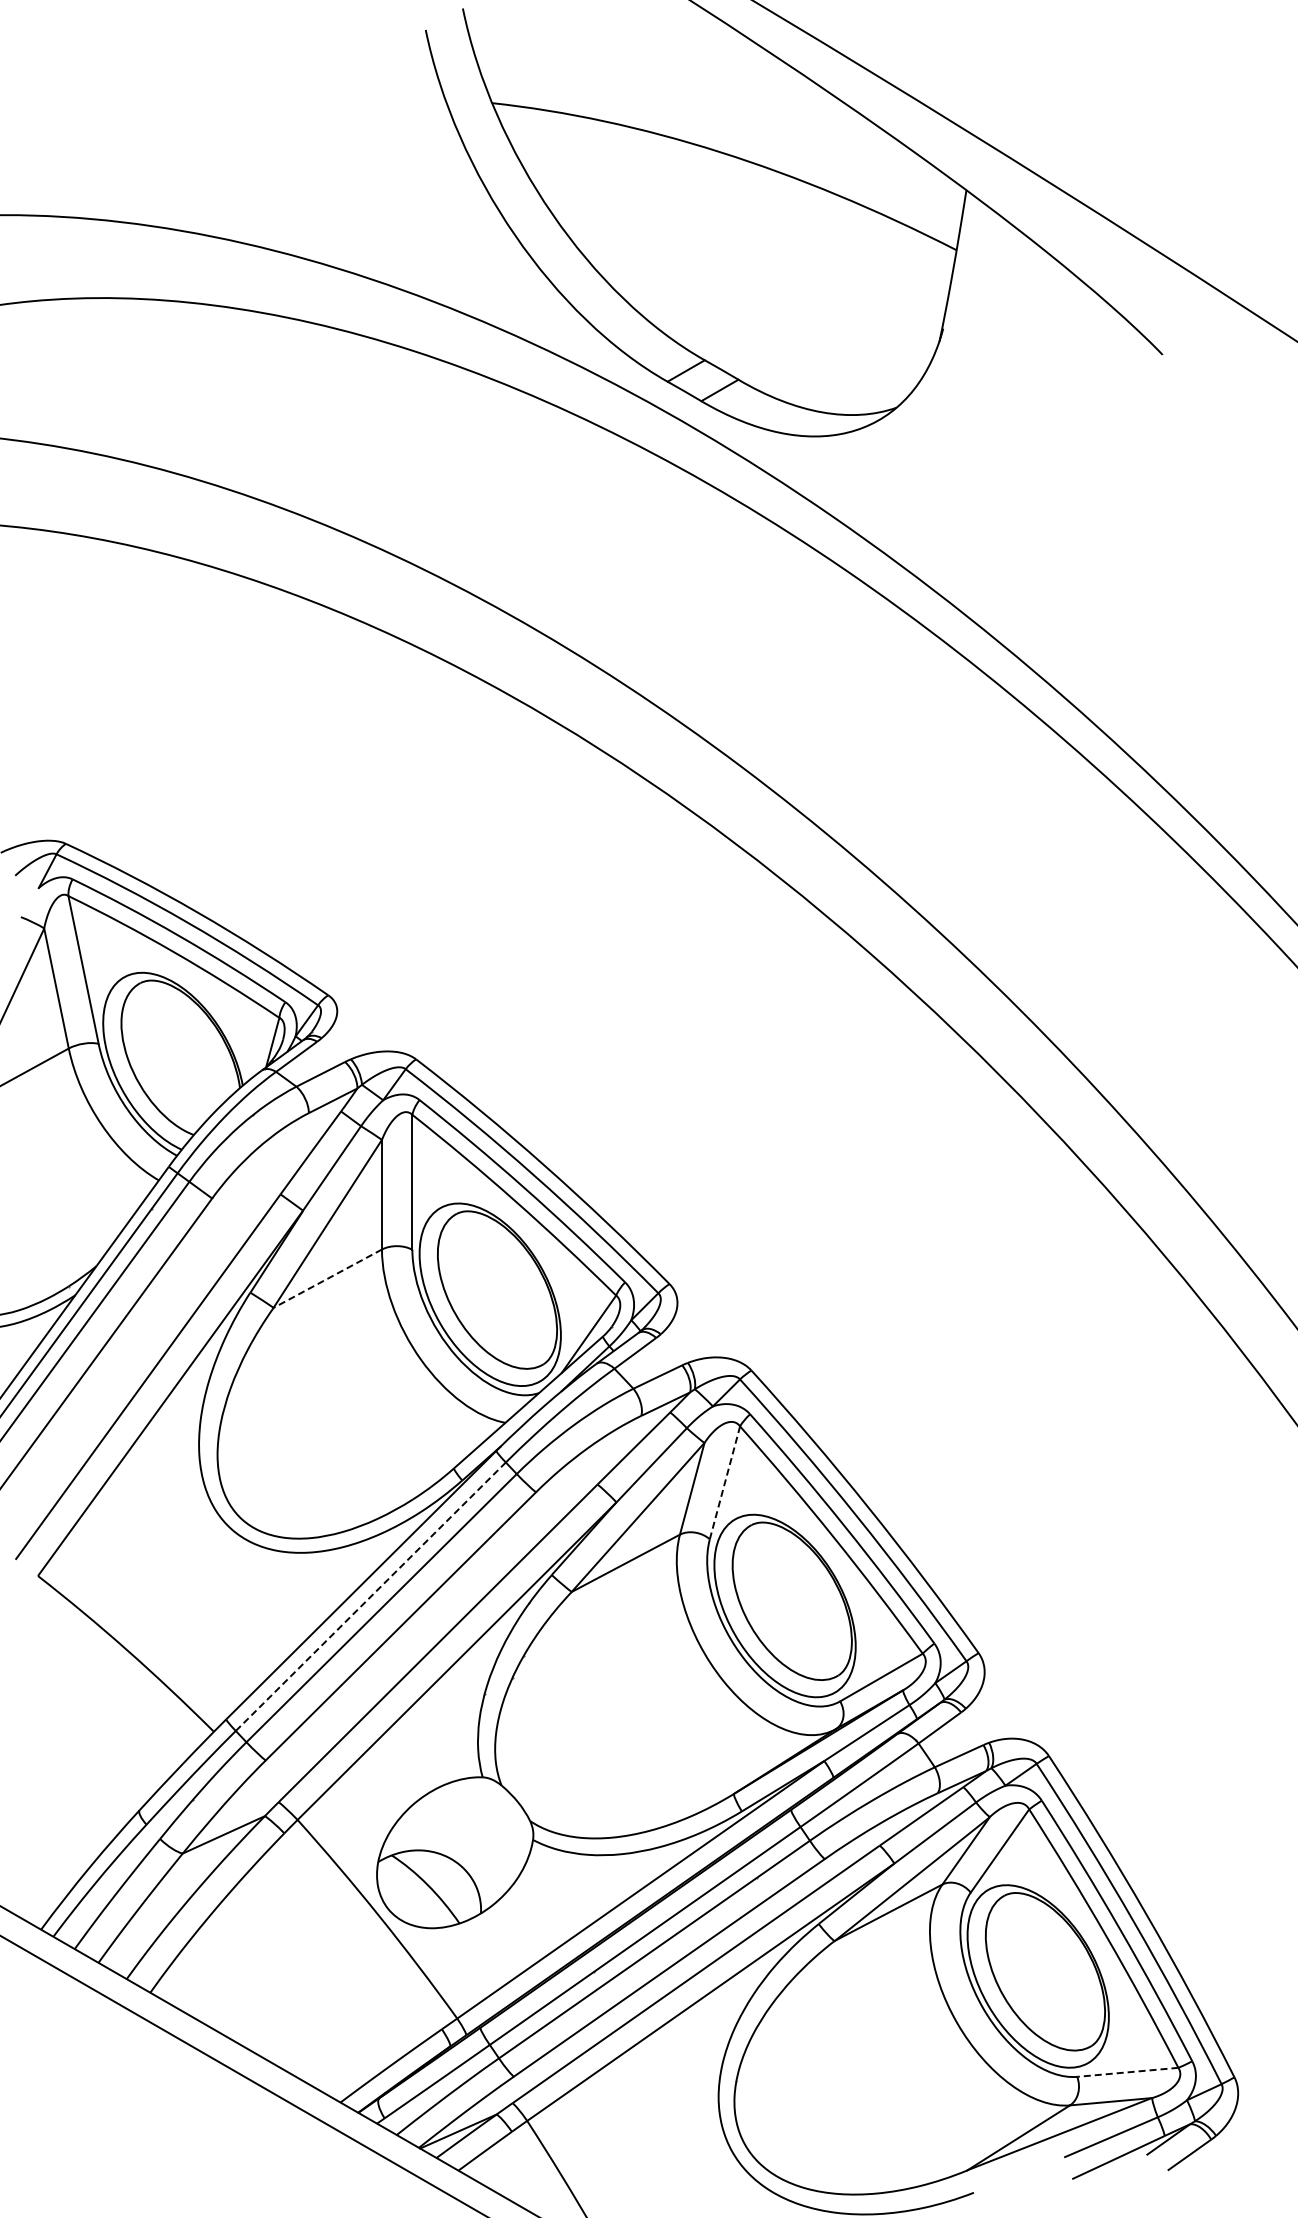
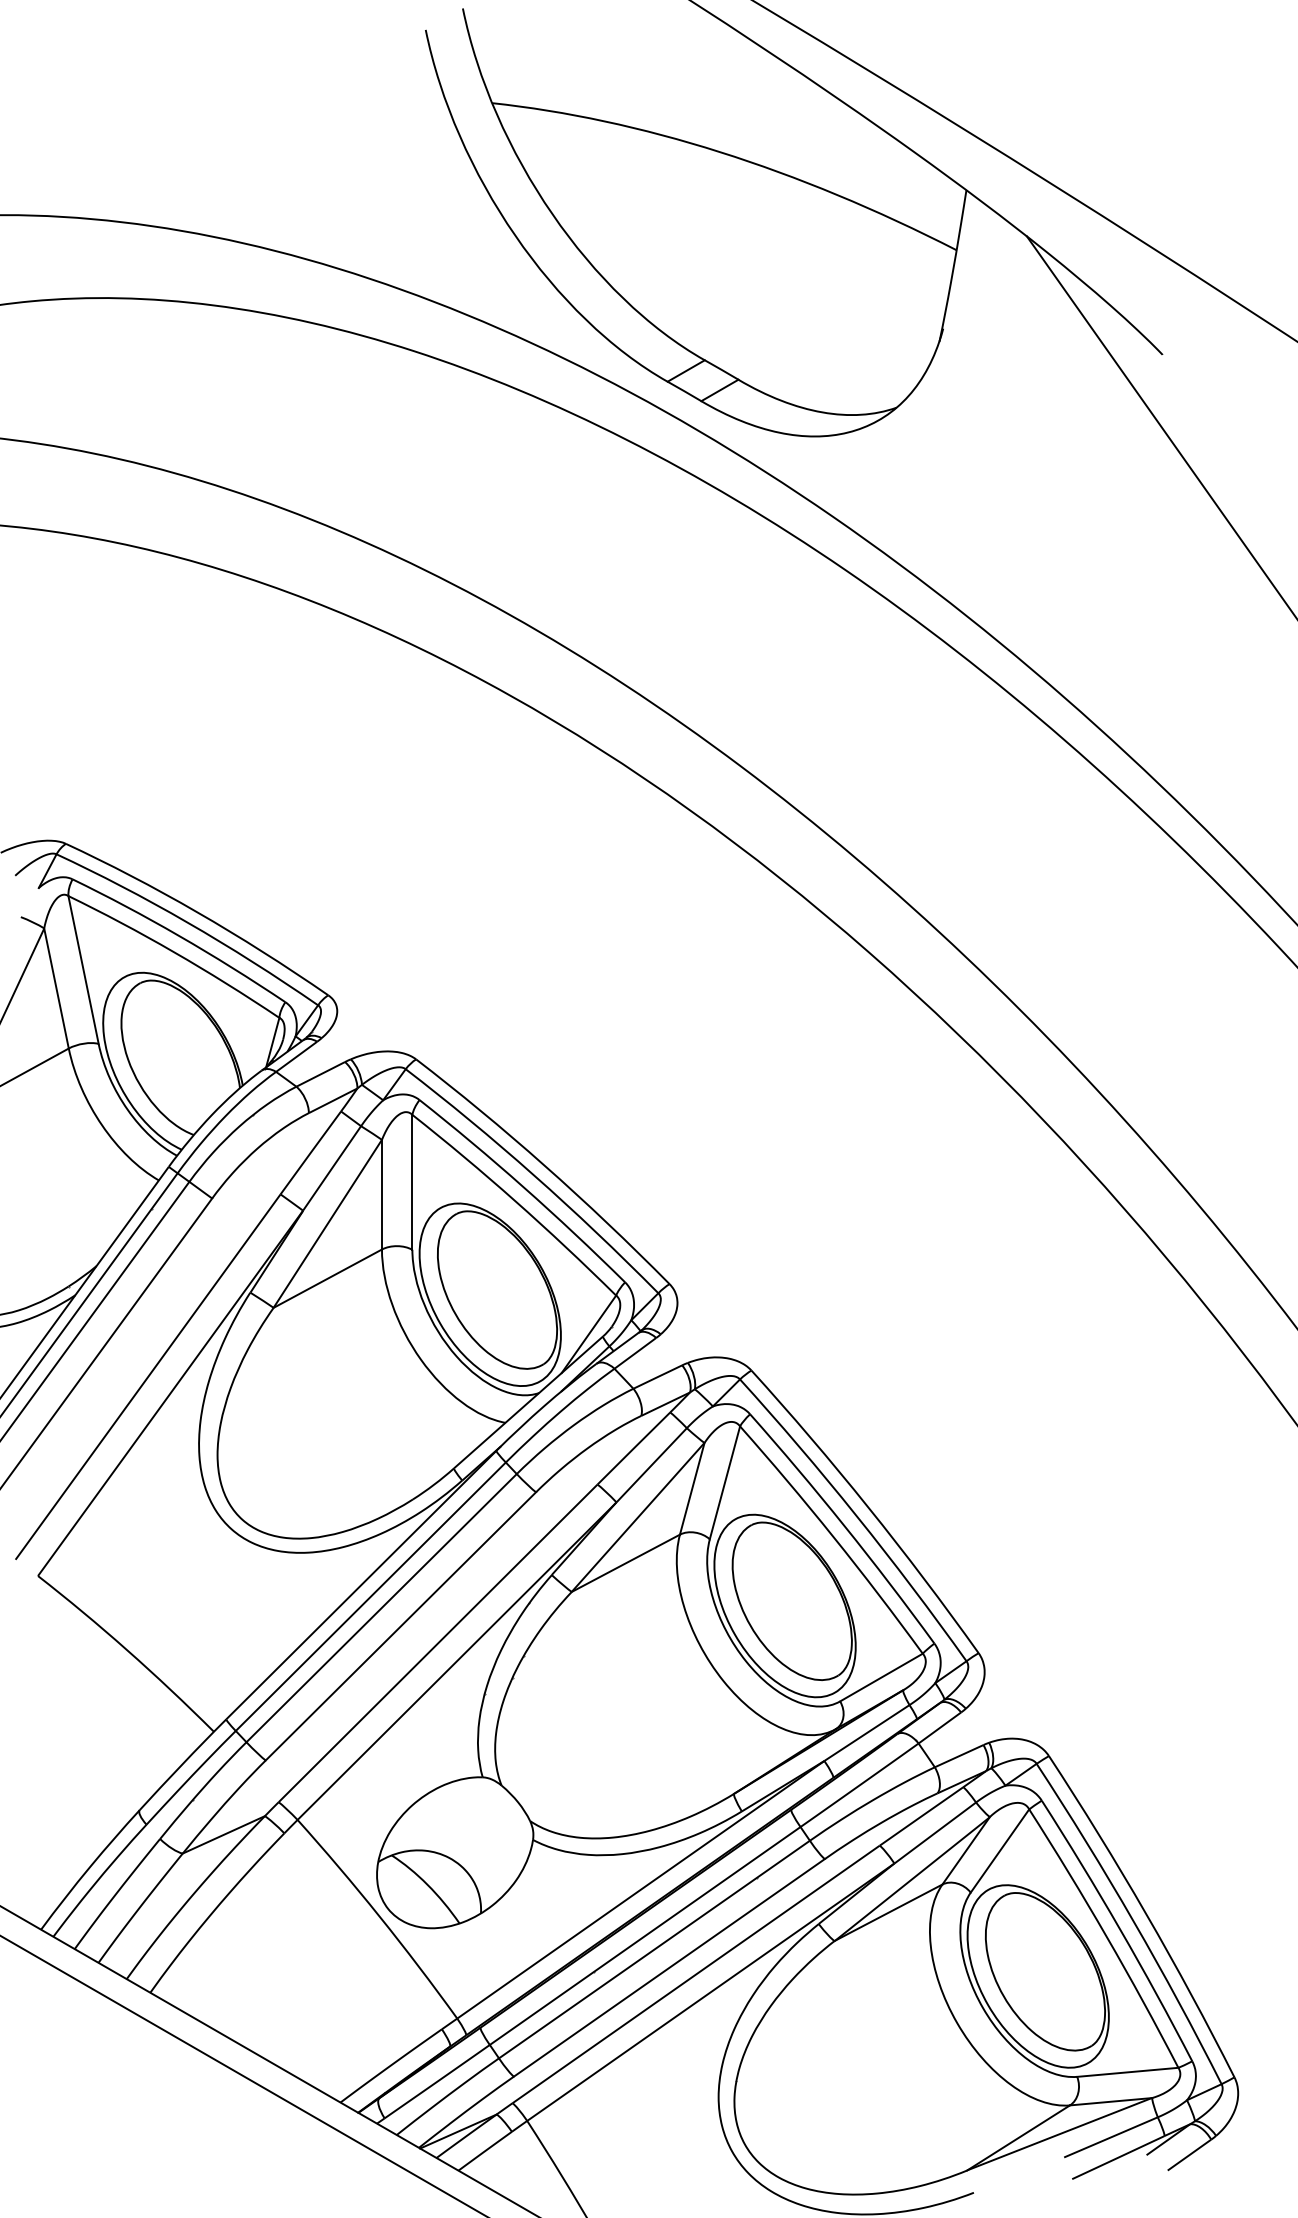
line at (1160, 425): none -> present
line at (327, 1278): dashed -> solid
line at (725, 1482): dashed -> solid
line at (371, 1596): dashed -> solid
line at (1127, 2072): dashed -> solid
